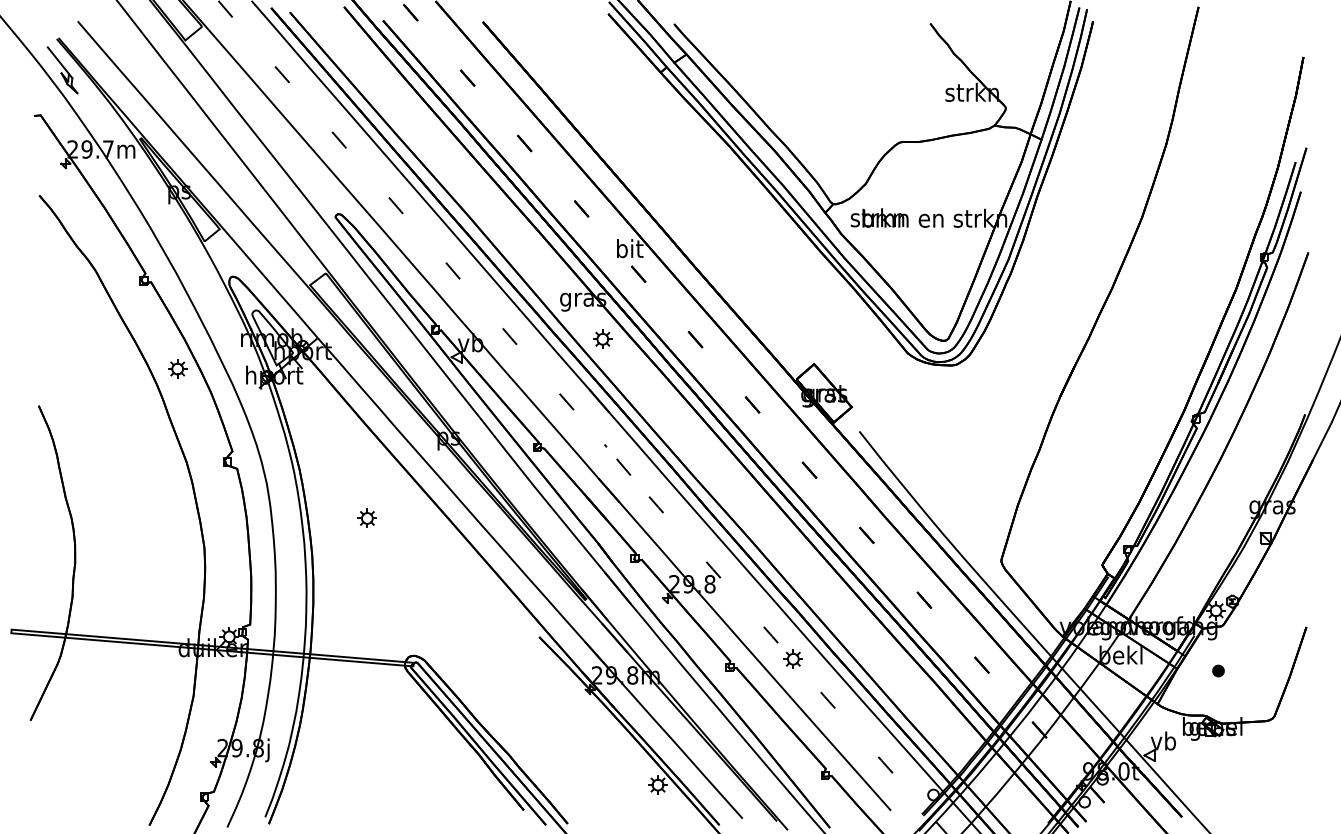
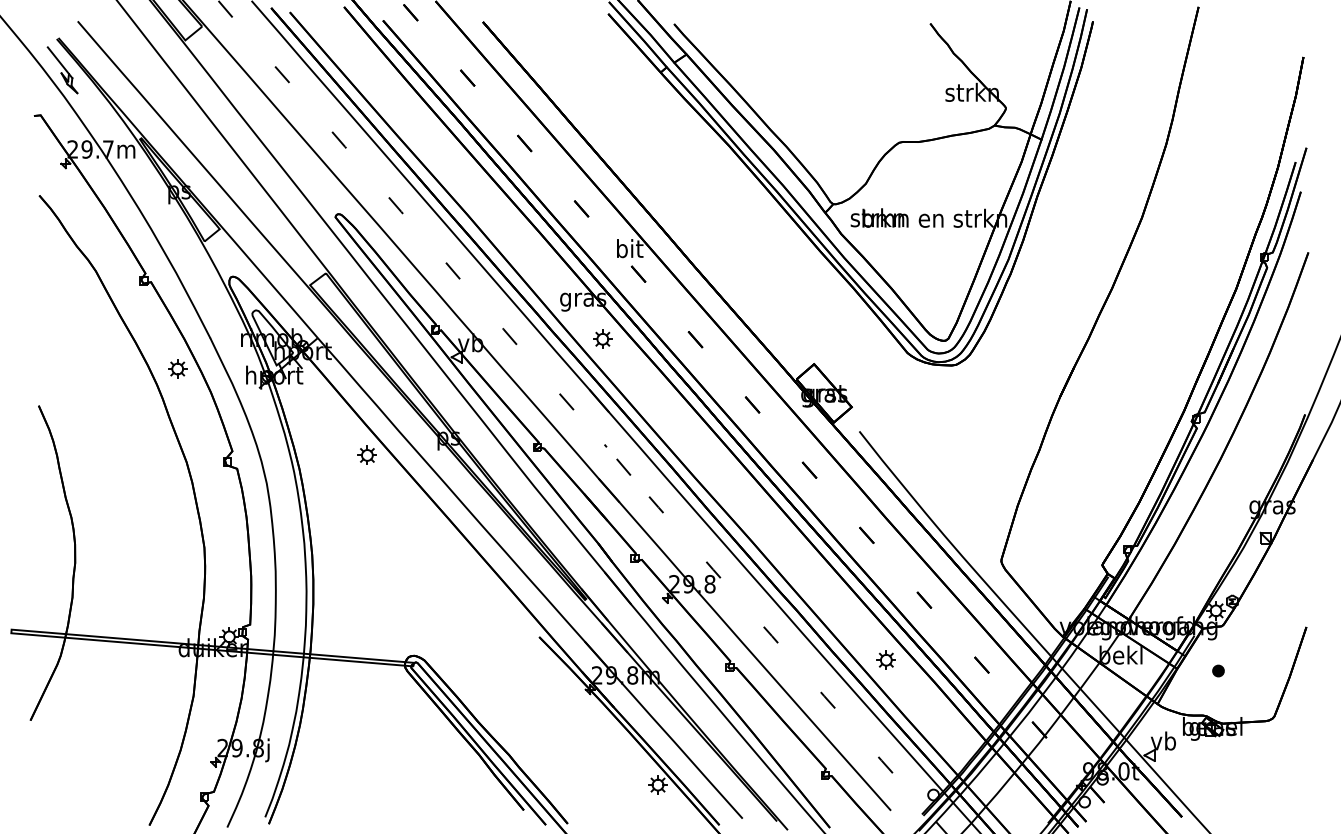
part at (366, 517) position: (366, 517) -> (366, 454)
part at (792, 658) position: (792, 658) -> (885, 659)
